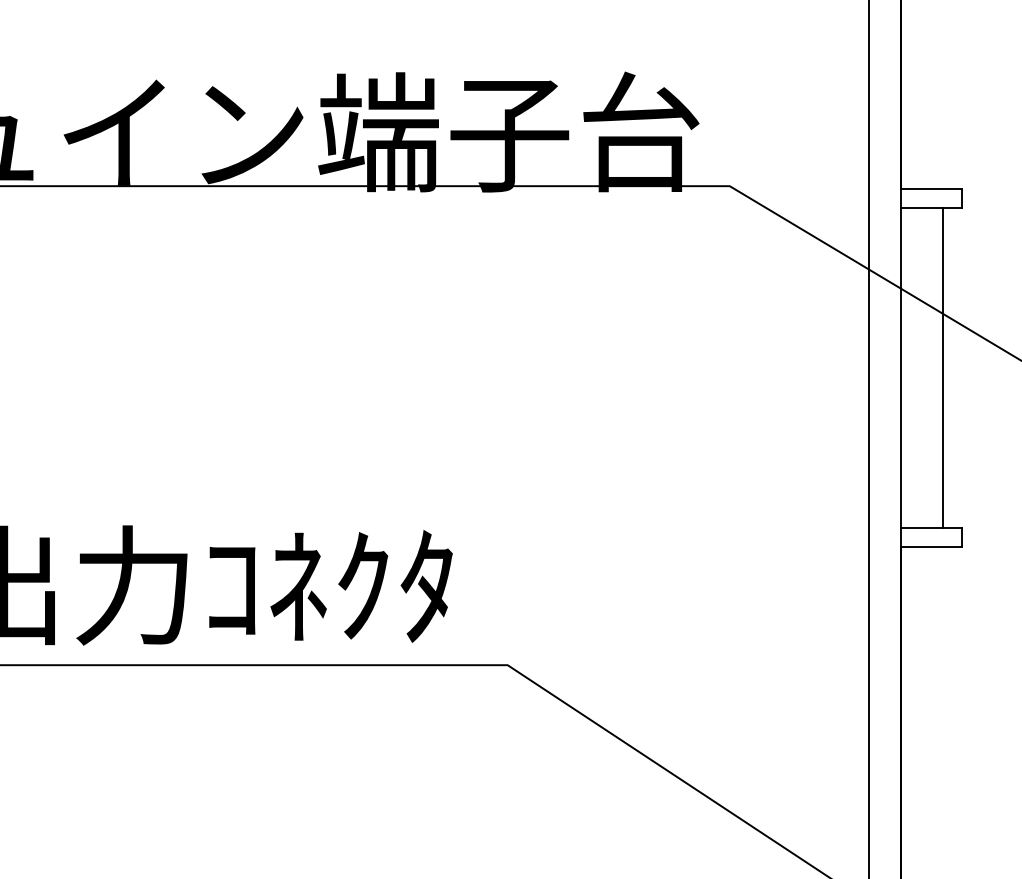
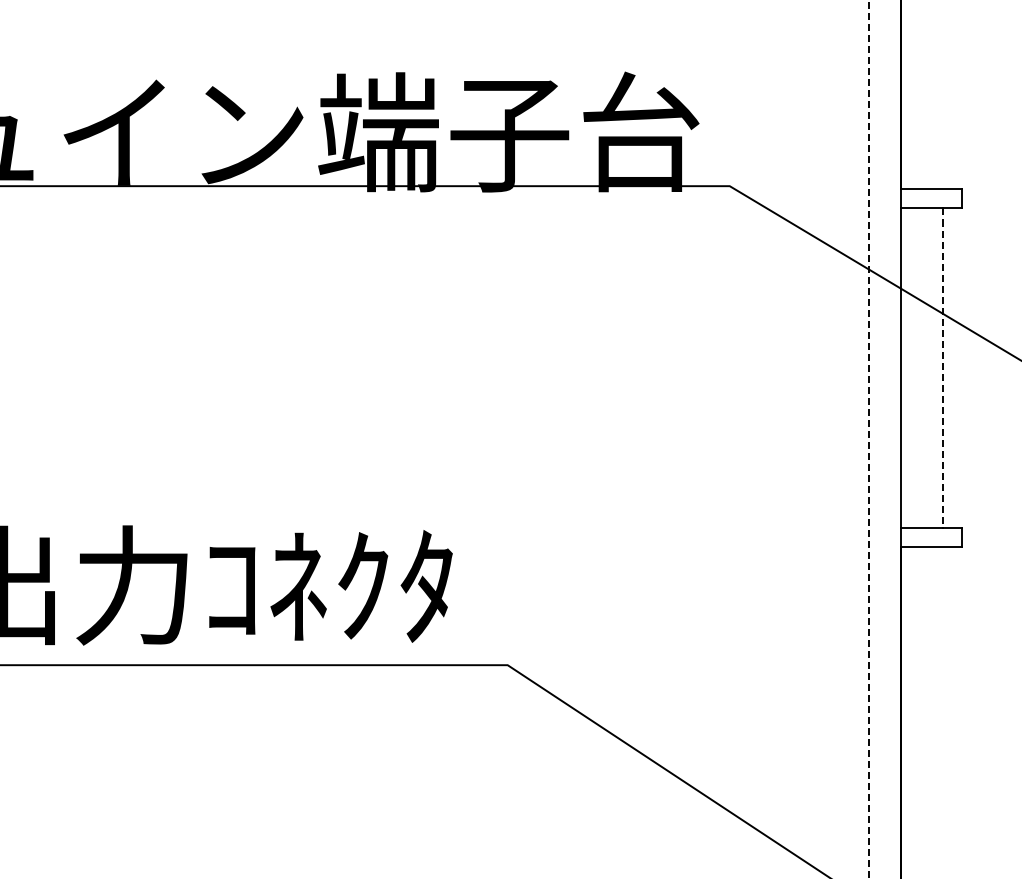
line at (942, 368): solid -> dashed
line at (869, 439): solid -> dashed
